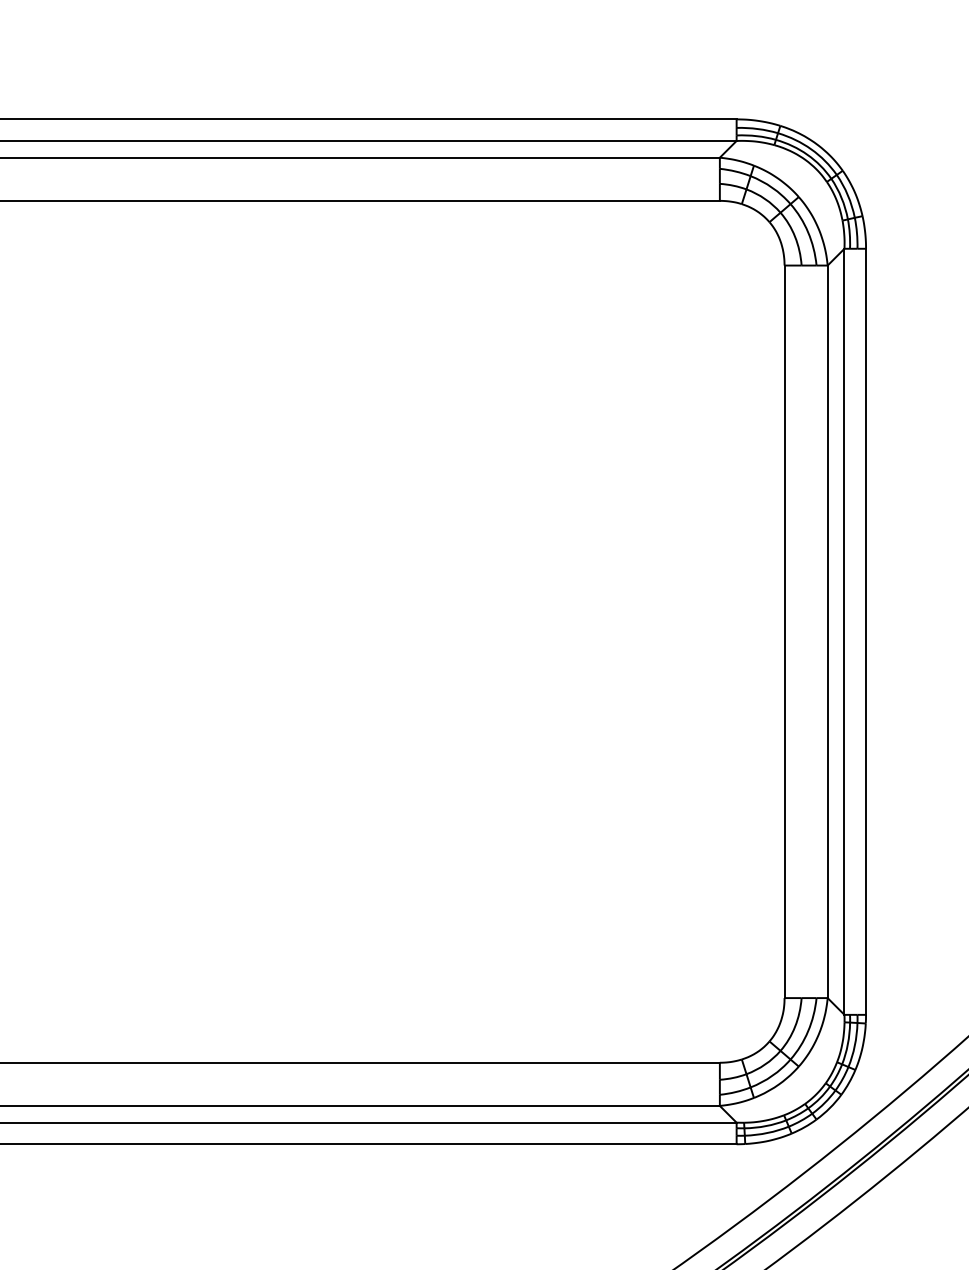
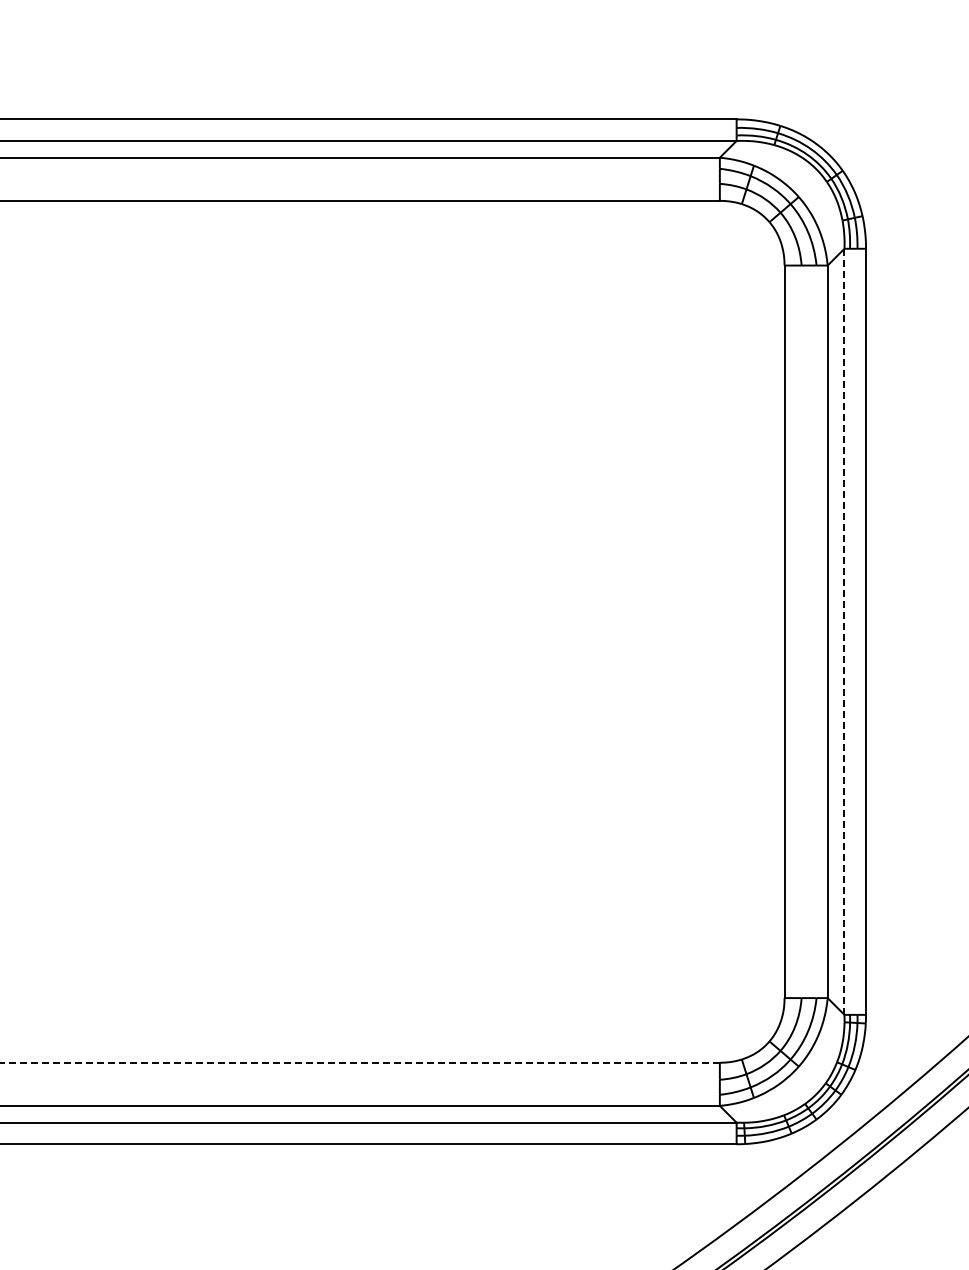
line at (844, 632): solid -> dashed
line at (360, 1062): solid -> dashed
